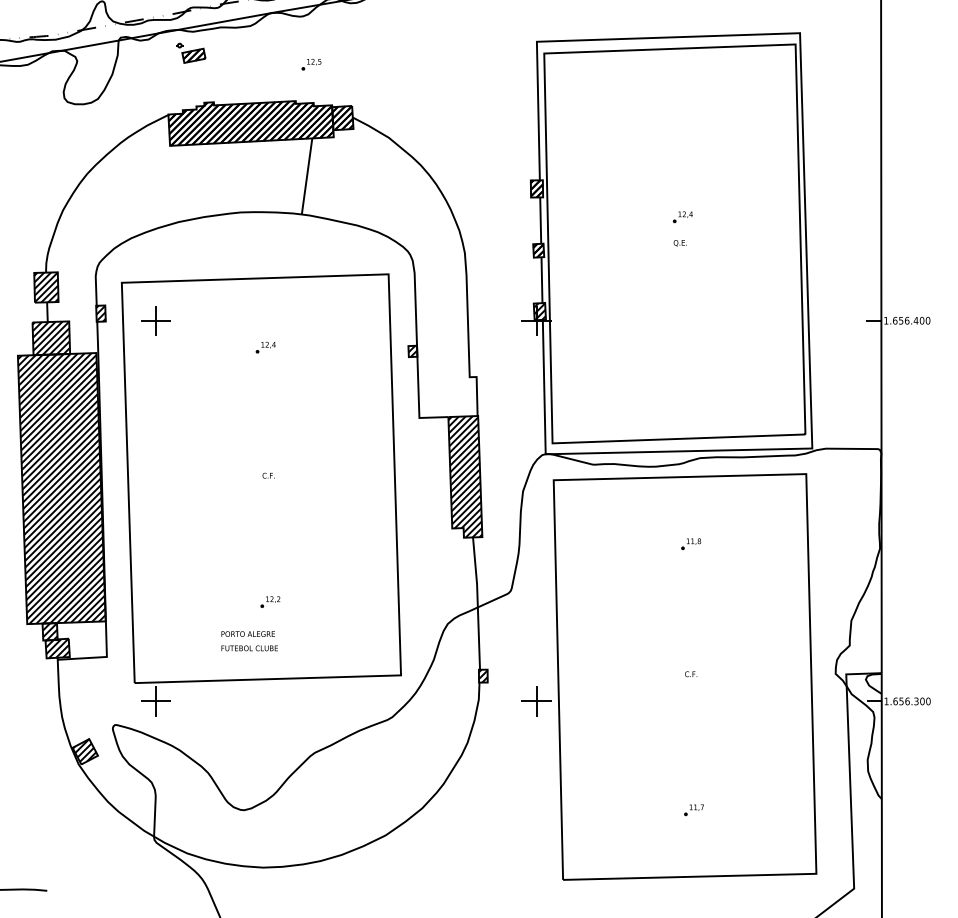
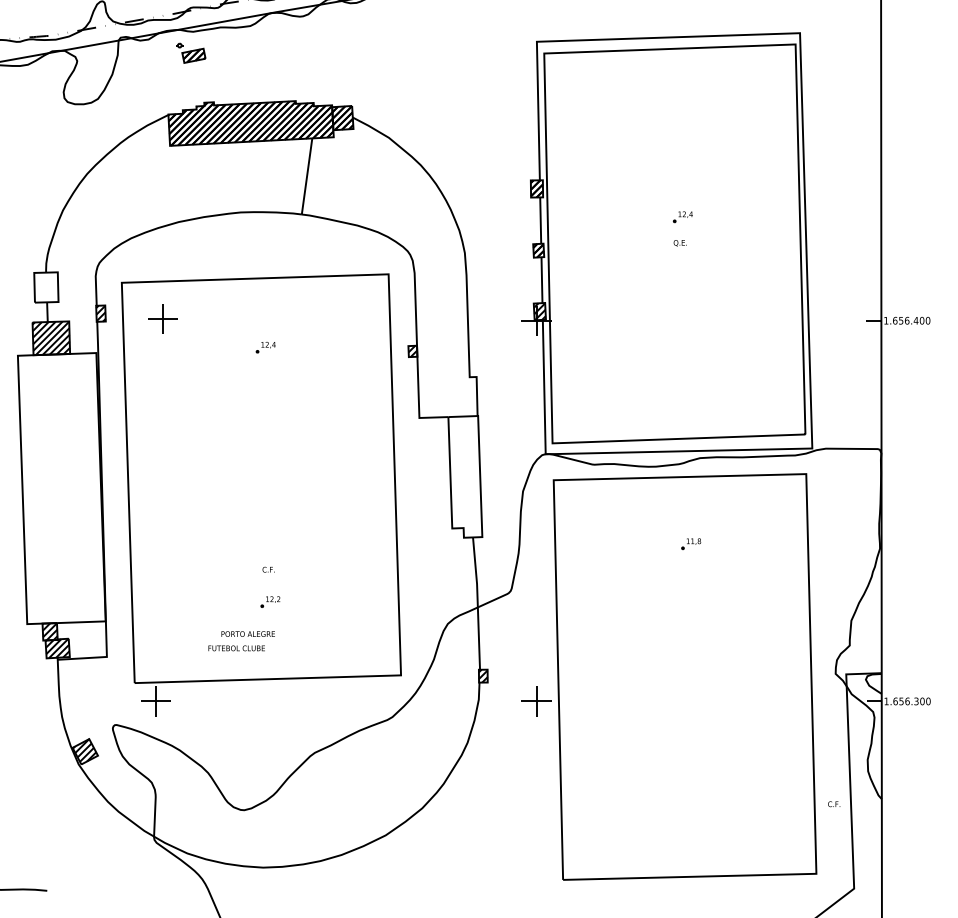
part at (311, 64): present -> none
hatch at (46, 287): present -> none
part at (155, 320) position: (155, 320) -> (162, 318)
text at (268, 475) position: (268, 475) -> (268, 569)
hatch at (465, 476): present -> none
hatch at (61, 488): present -> none
text at (249, 648) position: (249, 648) -> (236, 648)
text at (691, 674) position: (691, 674) -> (834, 804)
part at (693, 810): present -> none
